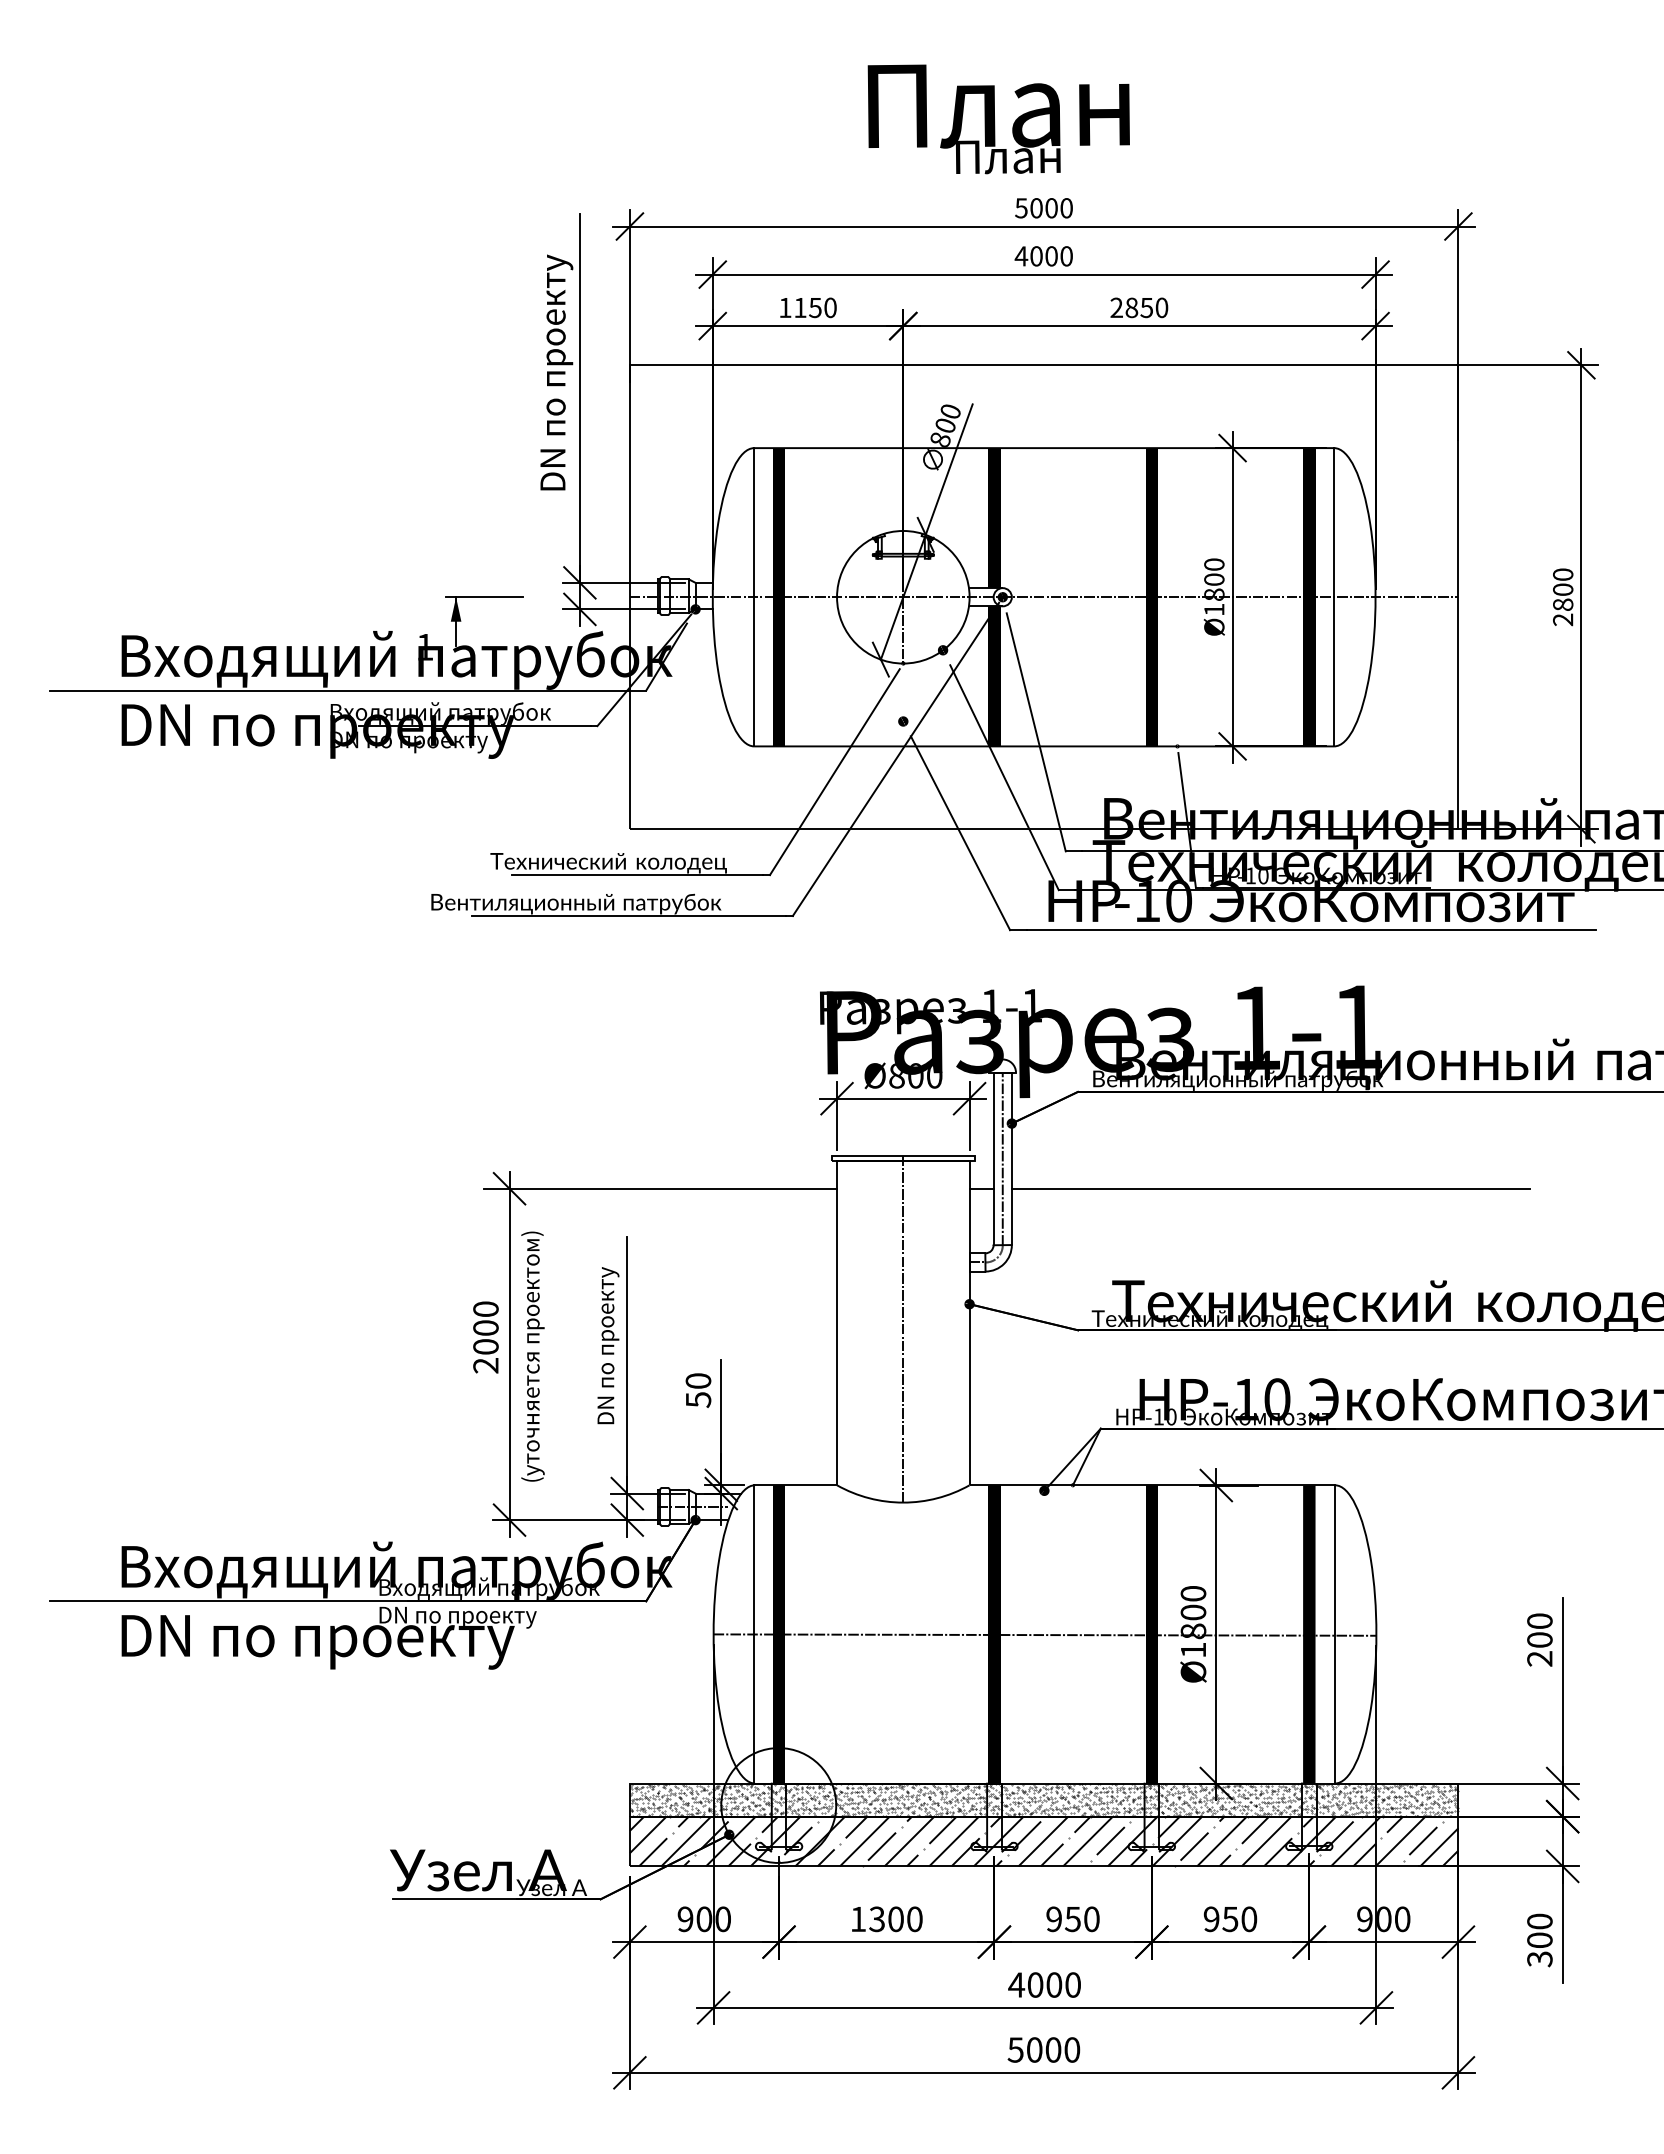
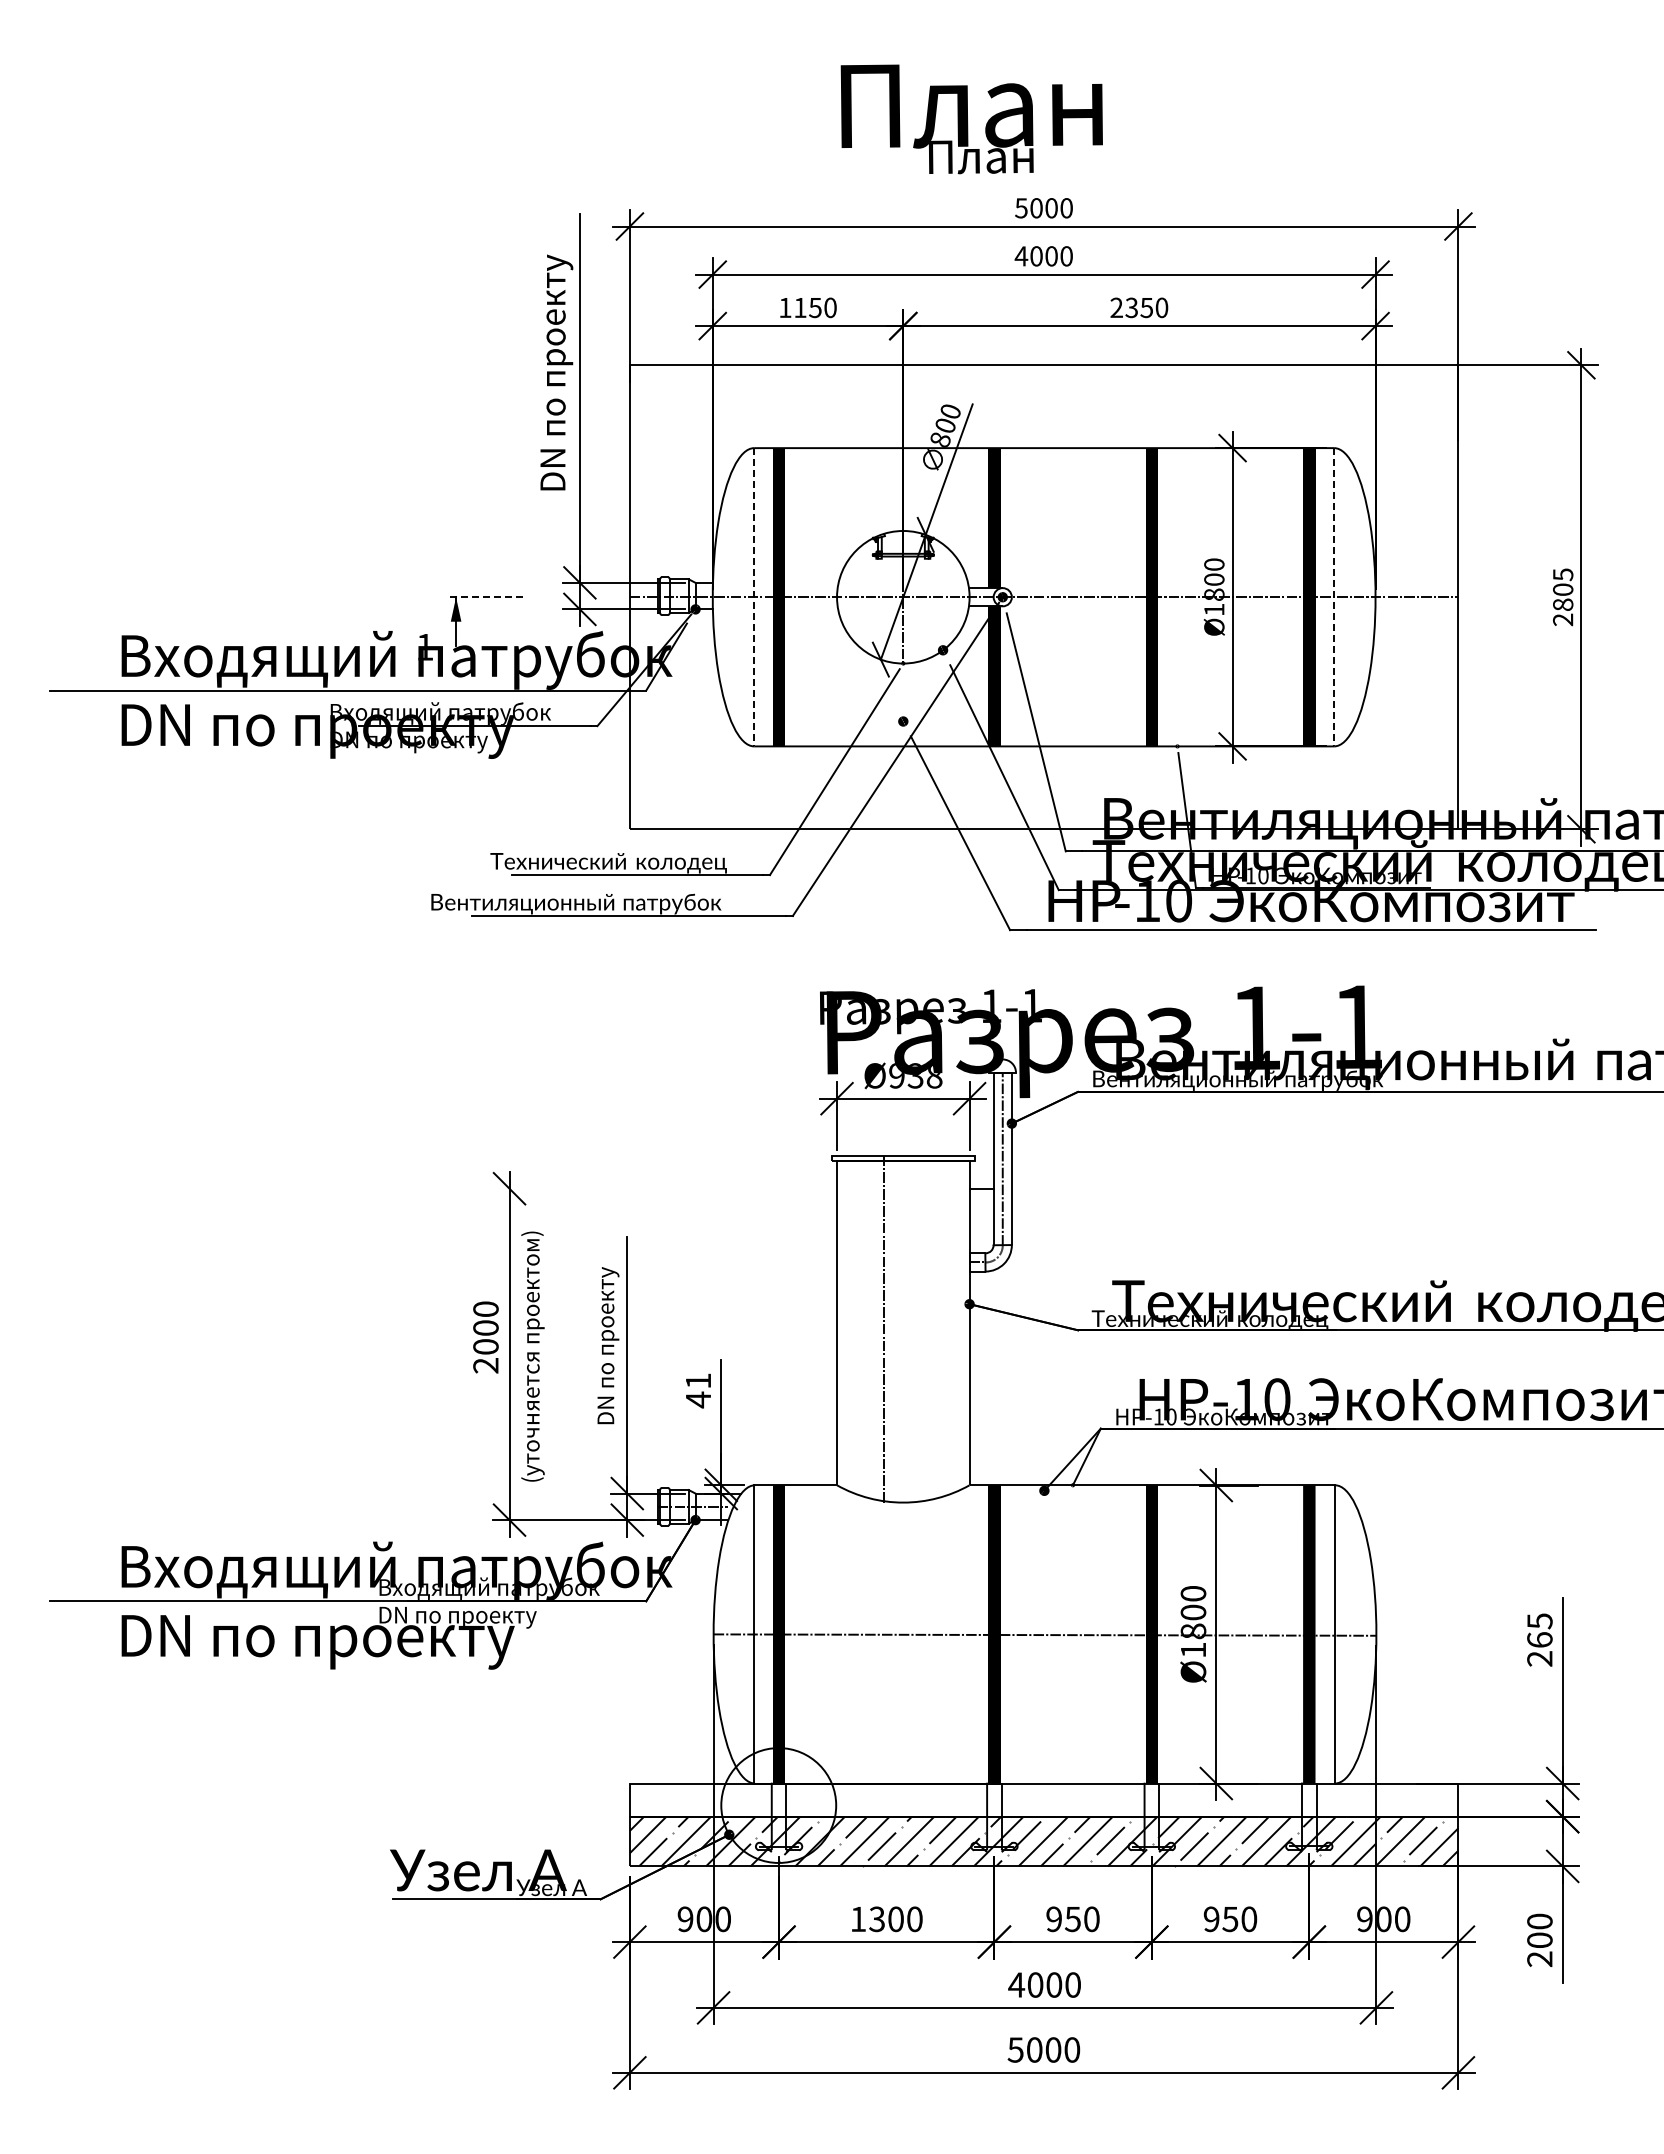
text at (998, 119) position: (998, 119) -> (971, 119)
text at (1131, 307): 2850 -> 2350
text at (1563, 574): 2800 -> 2805
line at (483, 597): solid -> dashed
line at (754, 597): solid -> dashed
line at (1334, 597): solid -> dashed
text at (915, 1075): Ø800 -> Ø938
line at (660, 1188): present -> none
line at (1270, 1188): present -> none
line at (903, 1328) position: (903, 1328) -> (884, 1328)
text at (698, 1390): 50 -> 41
text at (1539, 1630): 200 -> 265
hatch at (1044, 1799): present -> none
text at (1539, 1959): 300 -> 200
